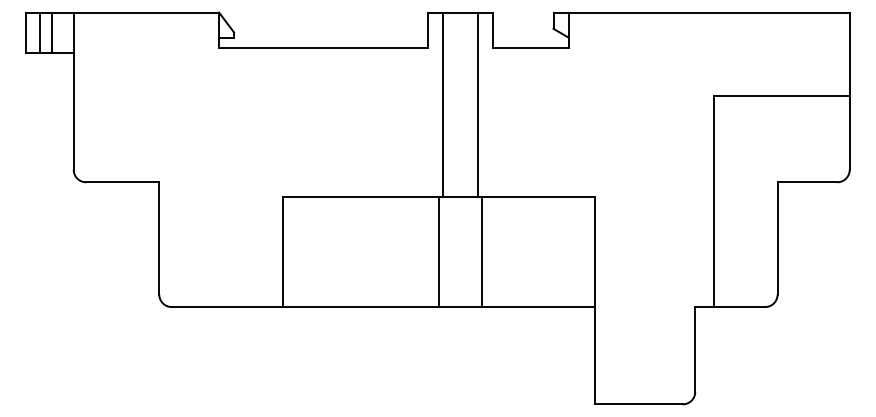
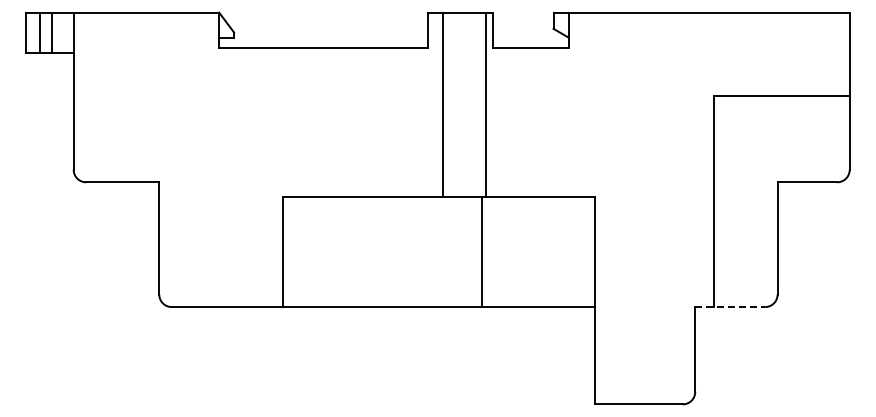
line at (477, 104) position: (477, 104) -> (485, 104)
line at (438, 252): present -> none
line at (730, 307): solid -> dashed
